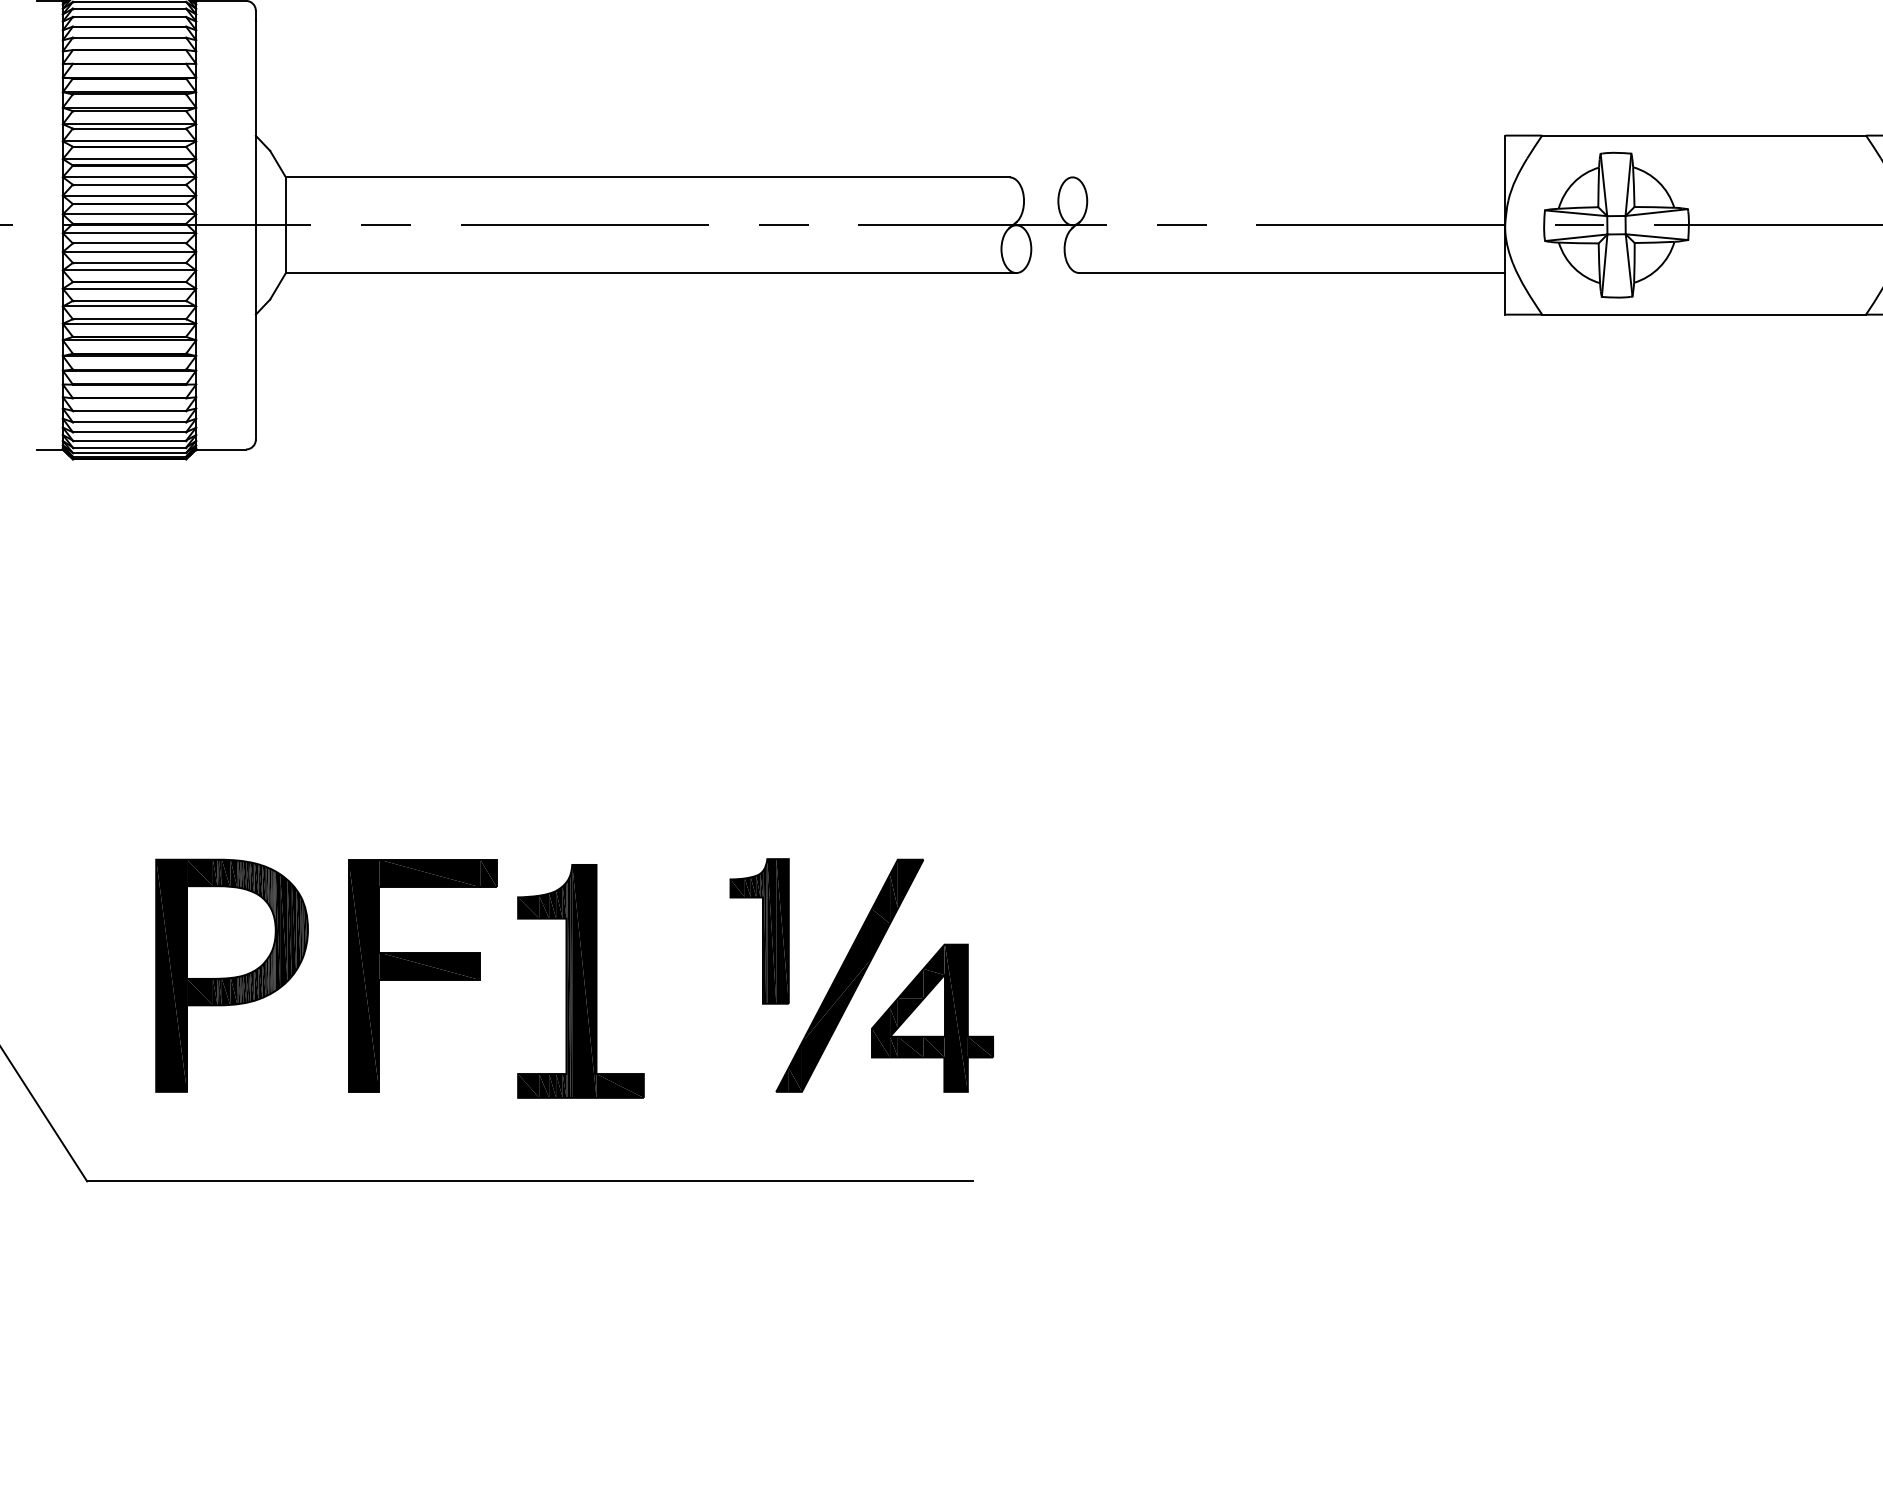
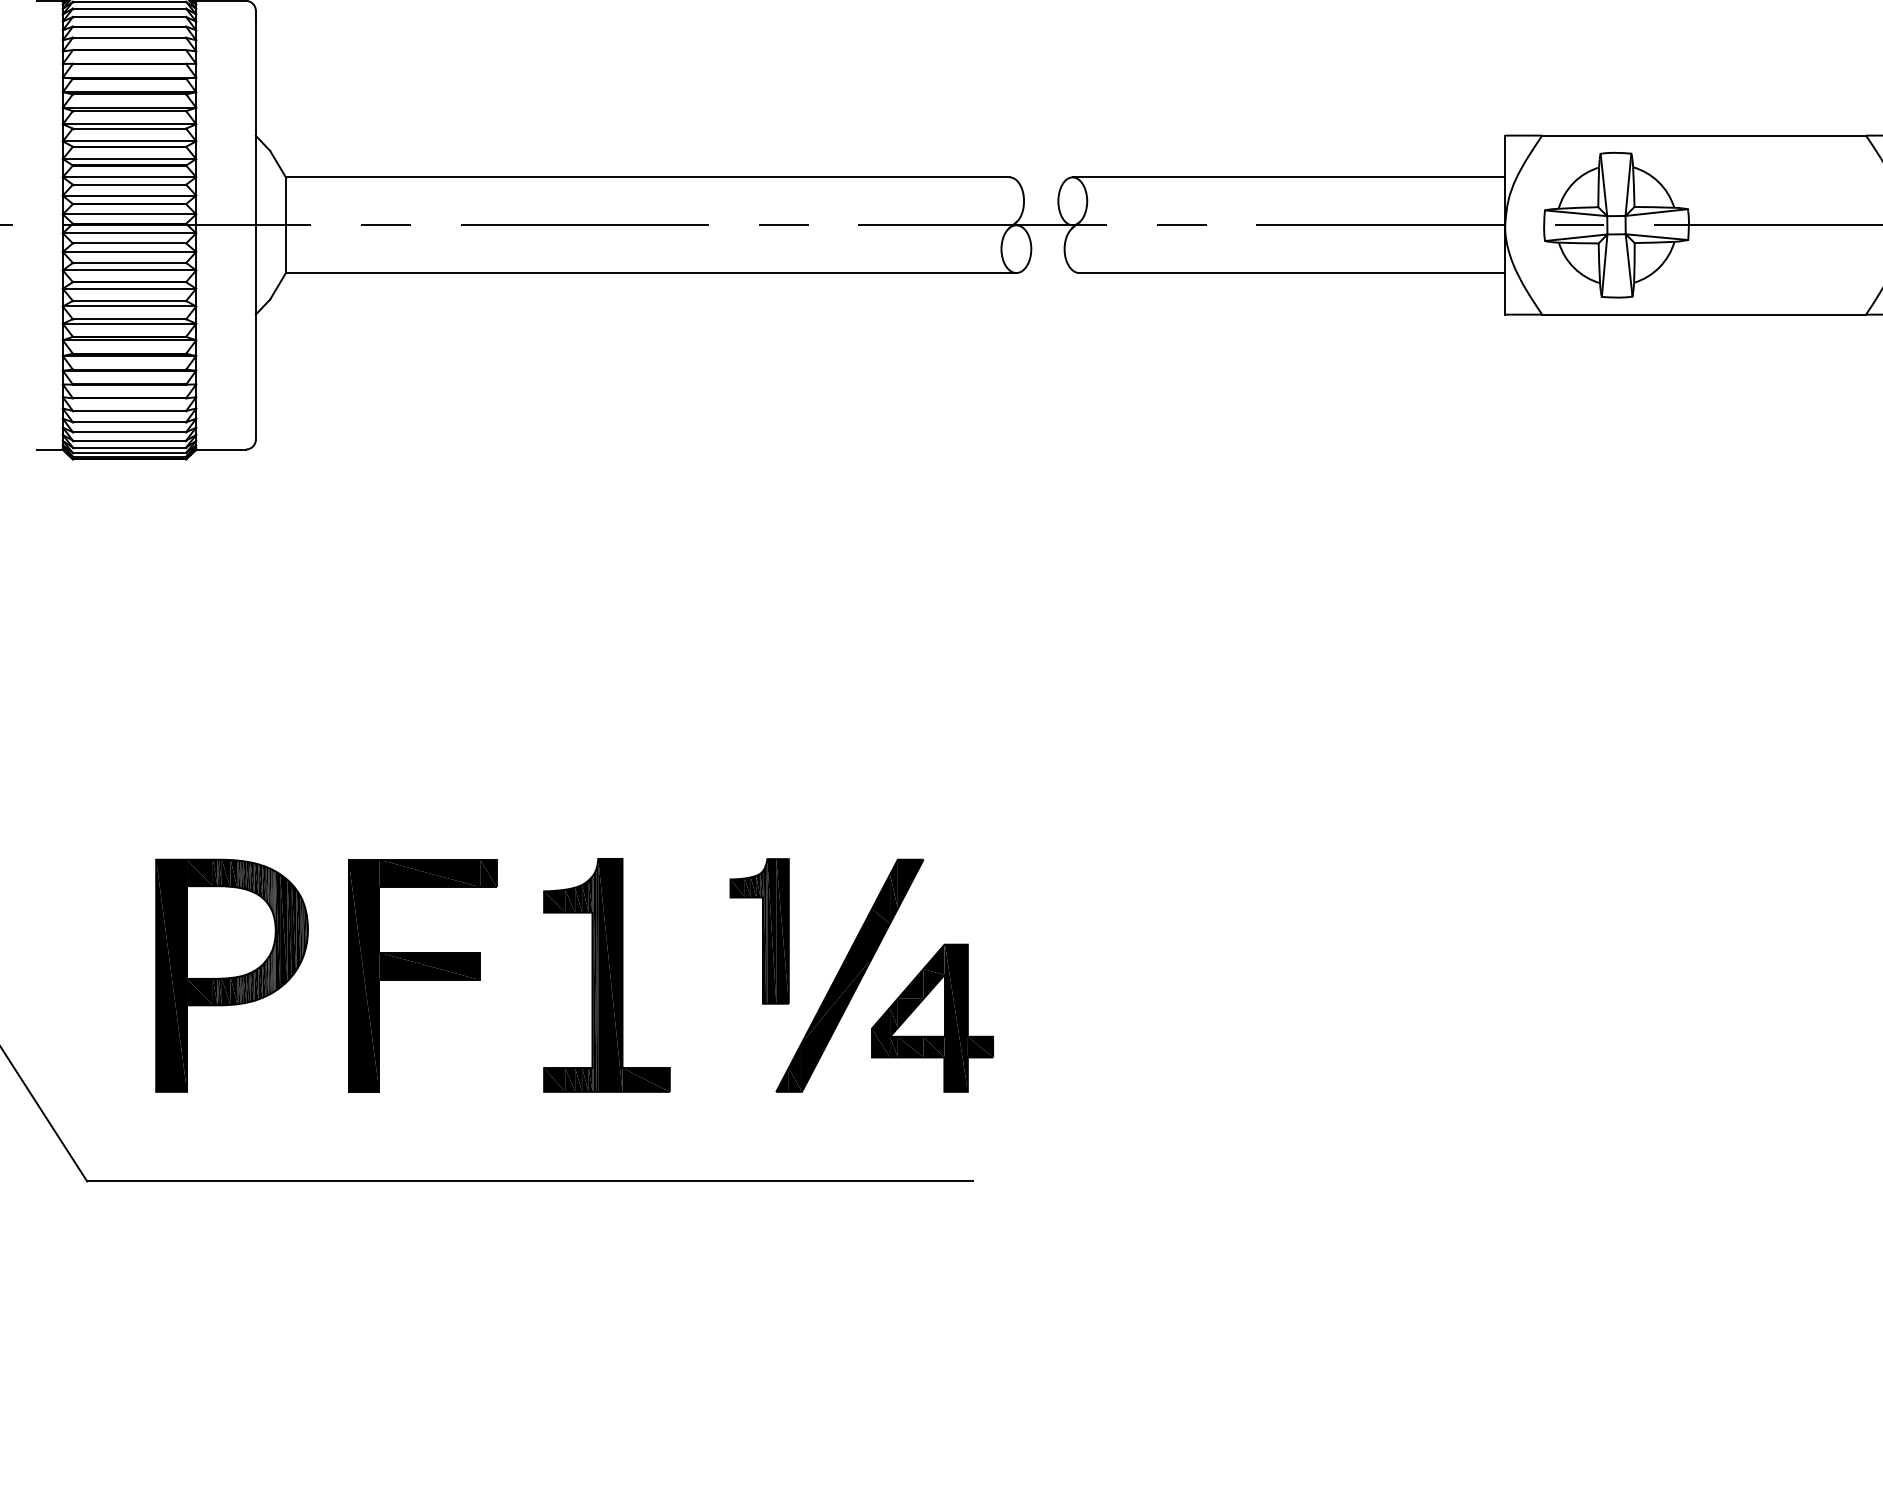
line at (1288, 177): none -> present
part at (580, 981) position: (580, 981) -> (606, 975)
